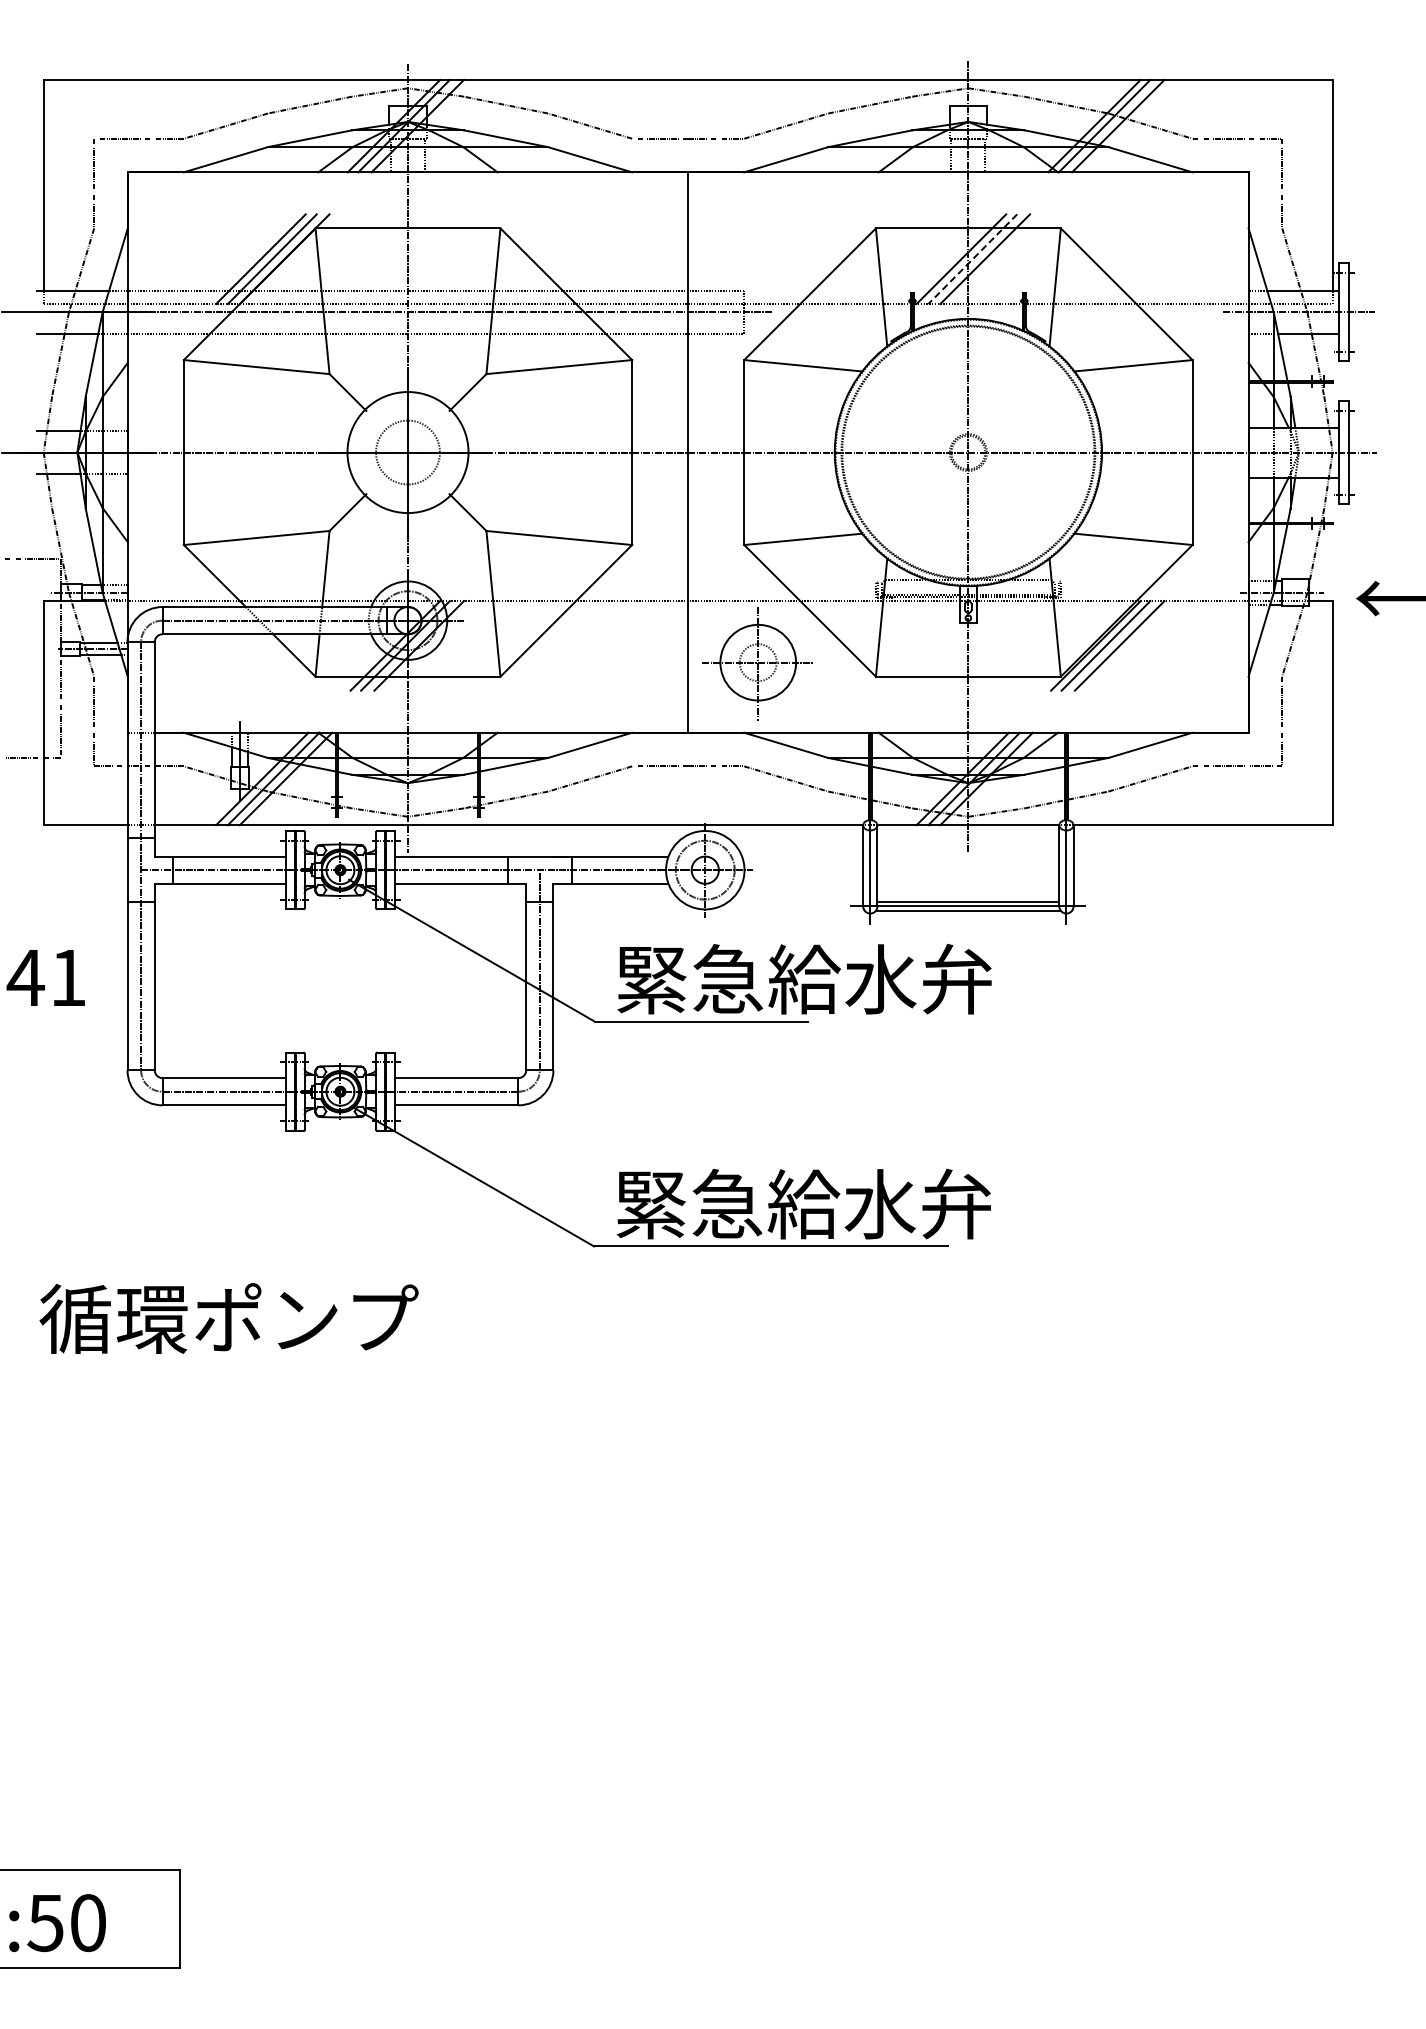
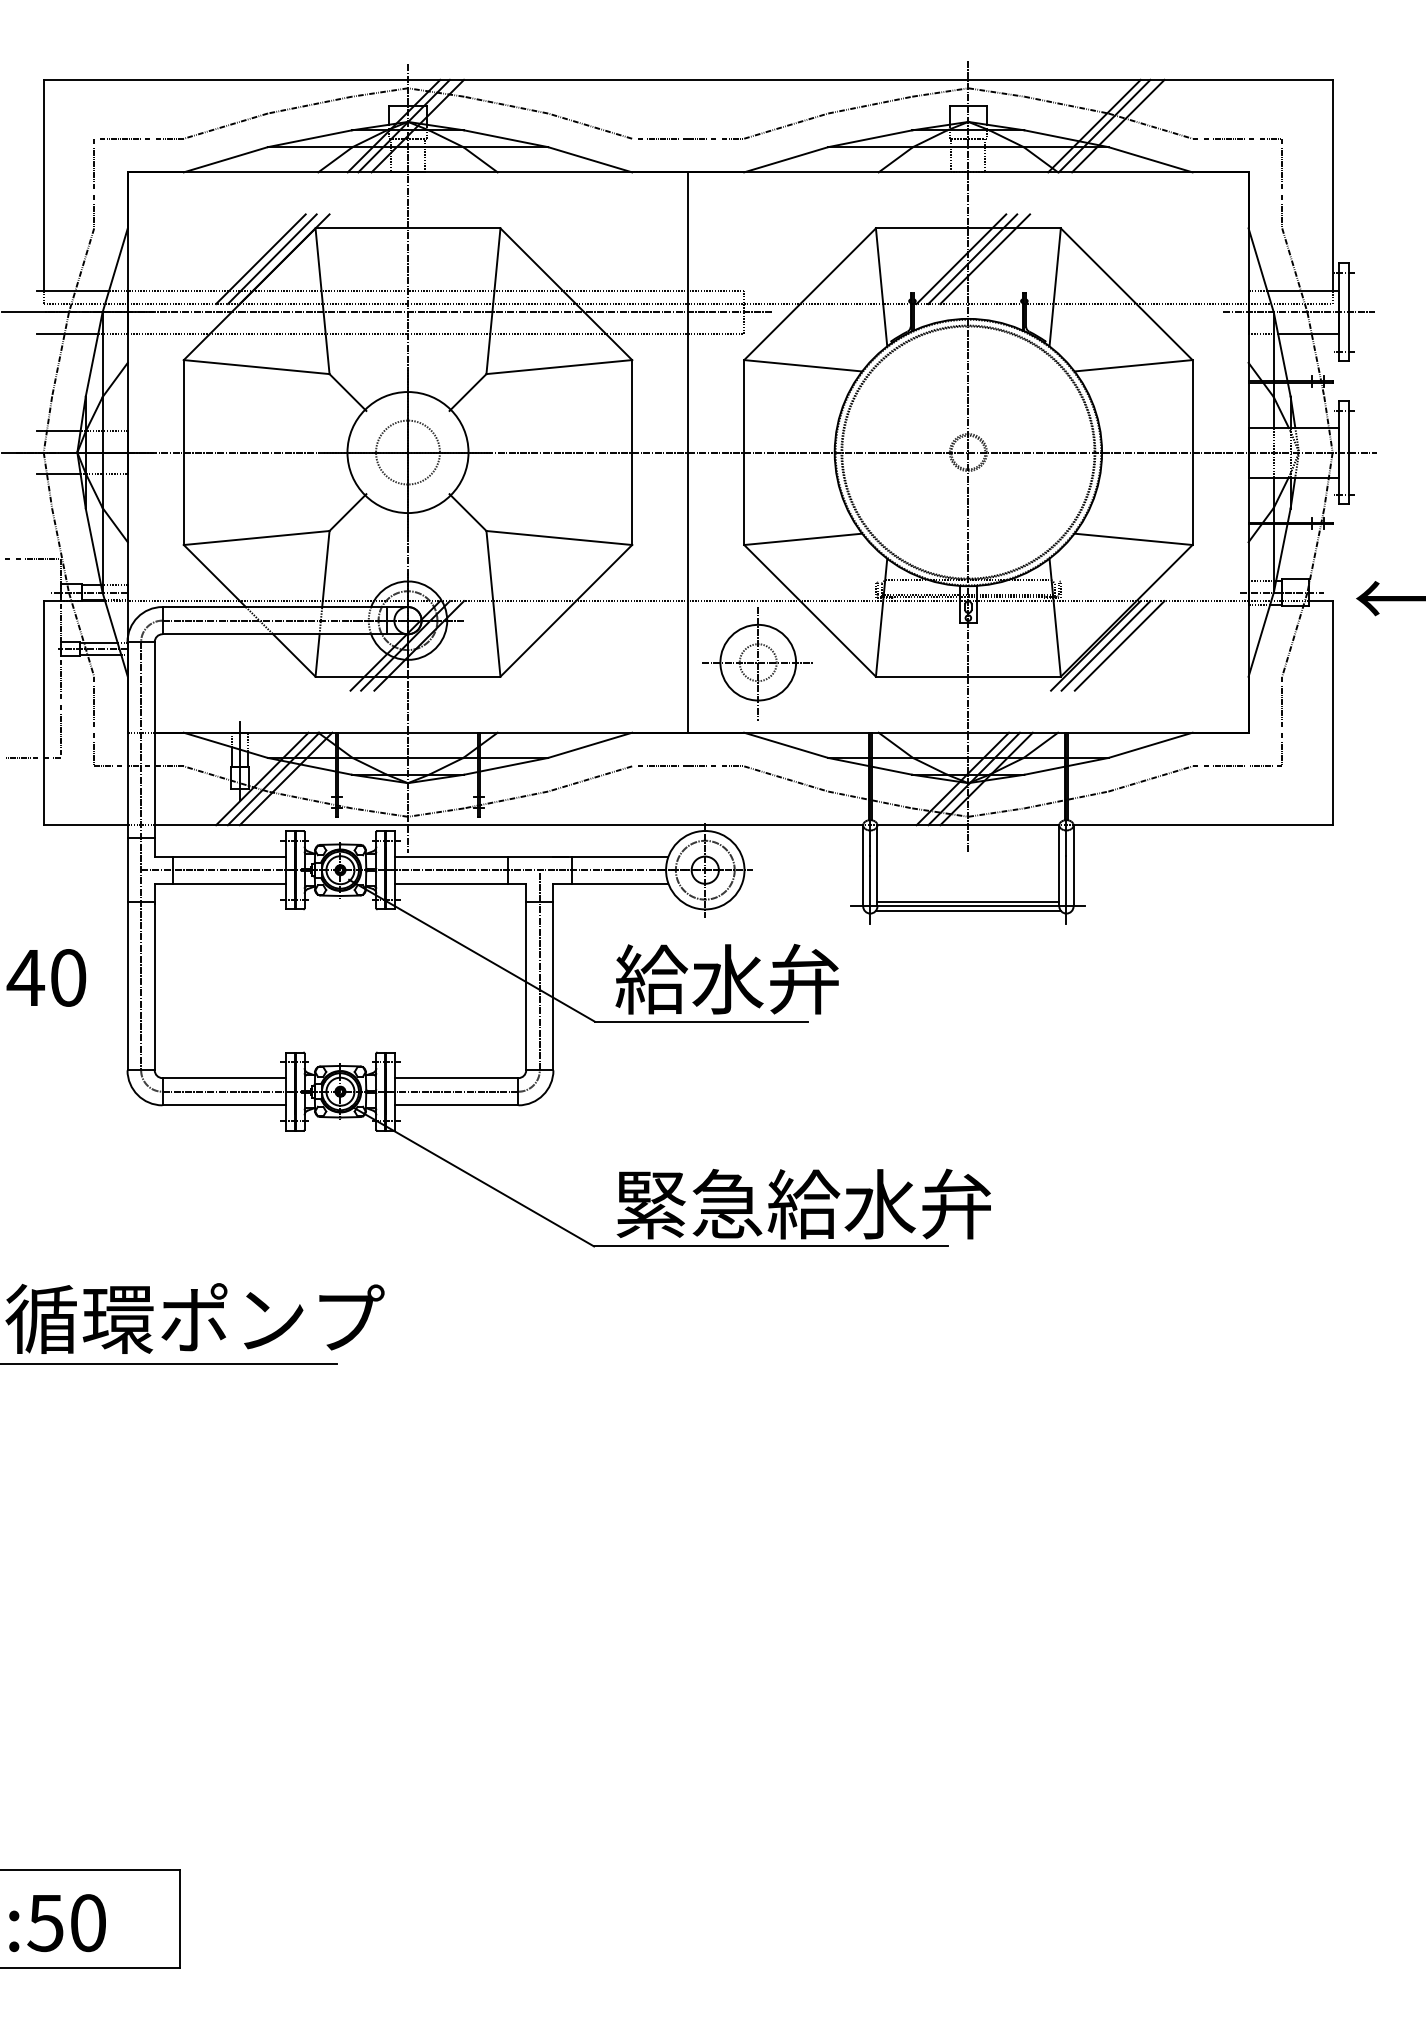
line at (972, 259): dashed -> solid
text at (68, 977): 41 -> 40
text at (803, 978): 緊急給水弁 -> 給水弁
text at (228, 1318) position: (228, 1318) -> (194, 1318)
line at (169, 1363): none -> present
